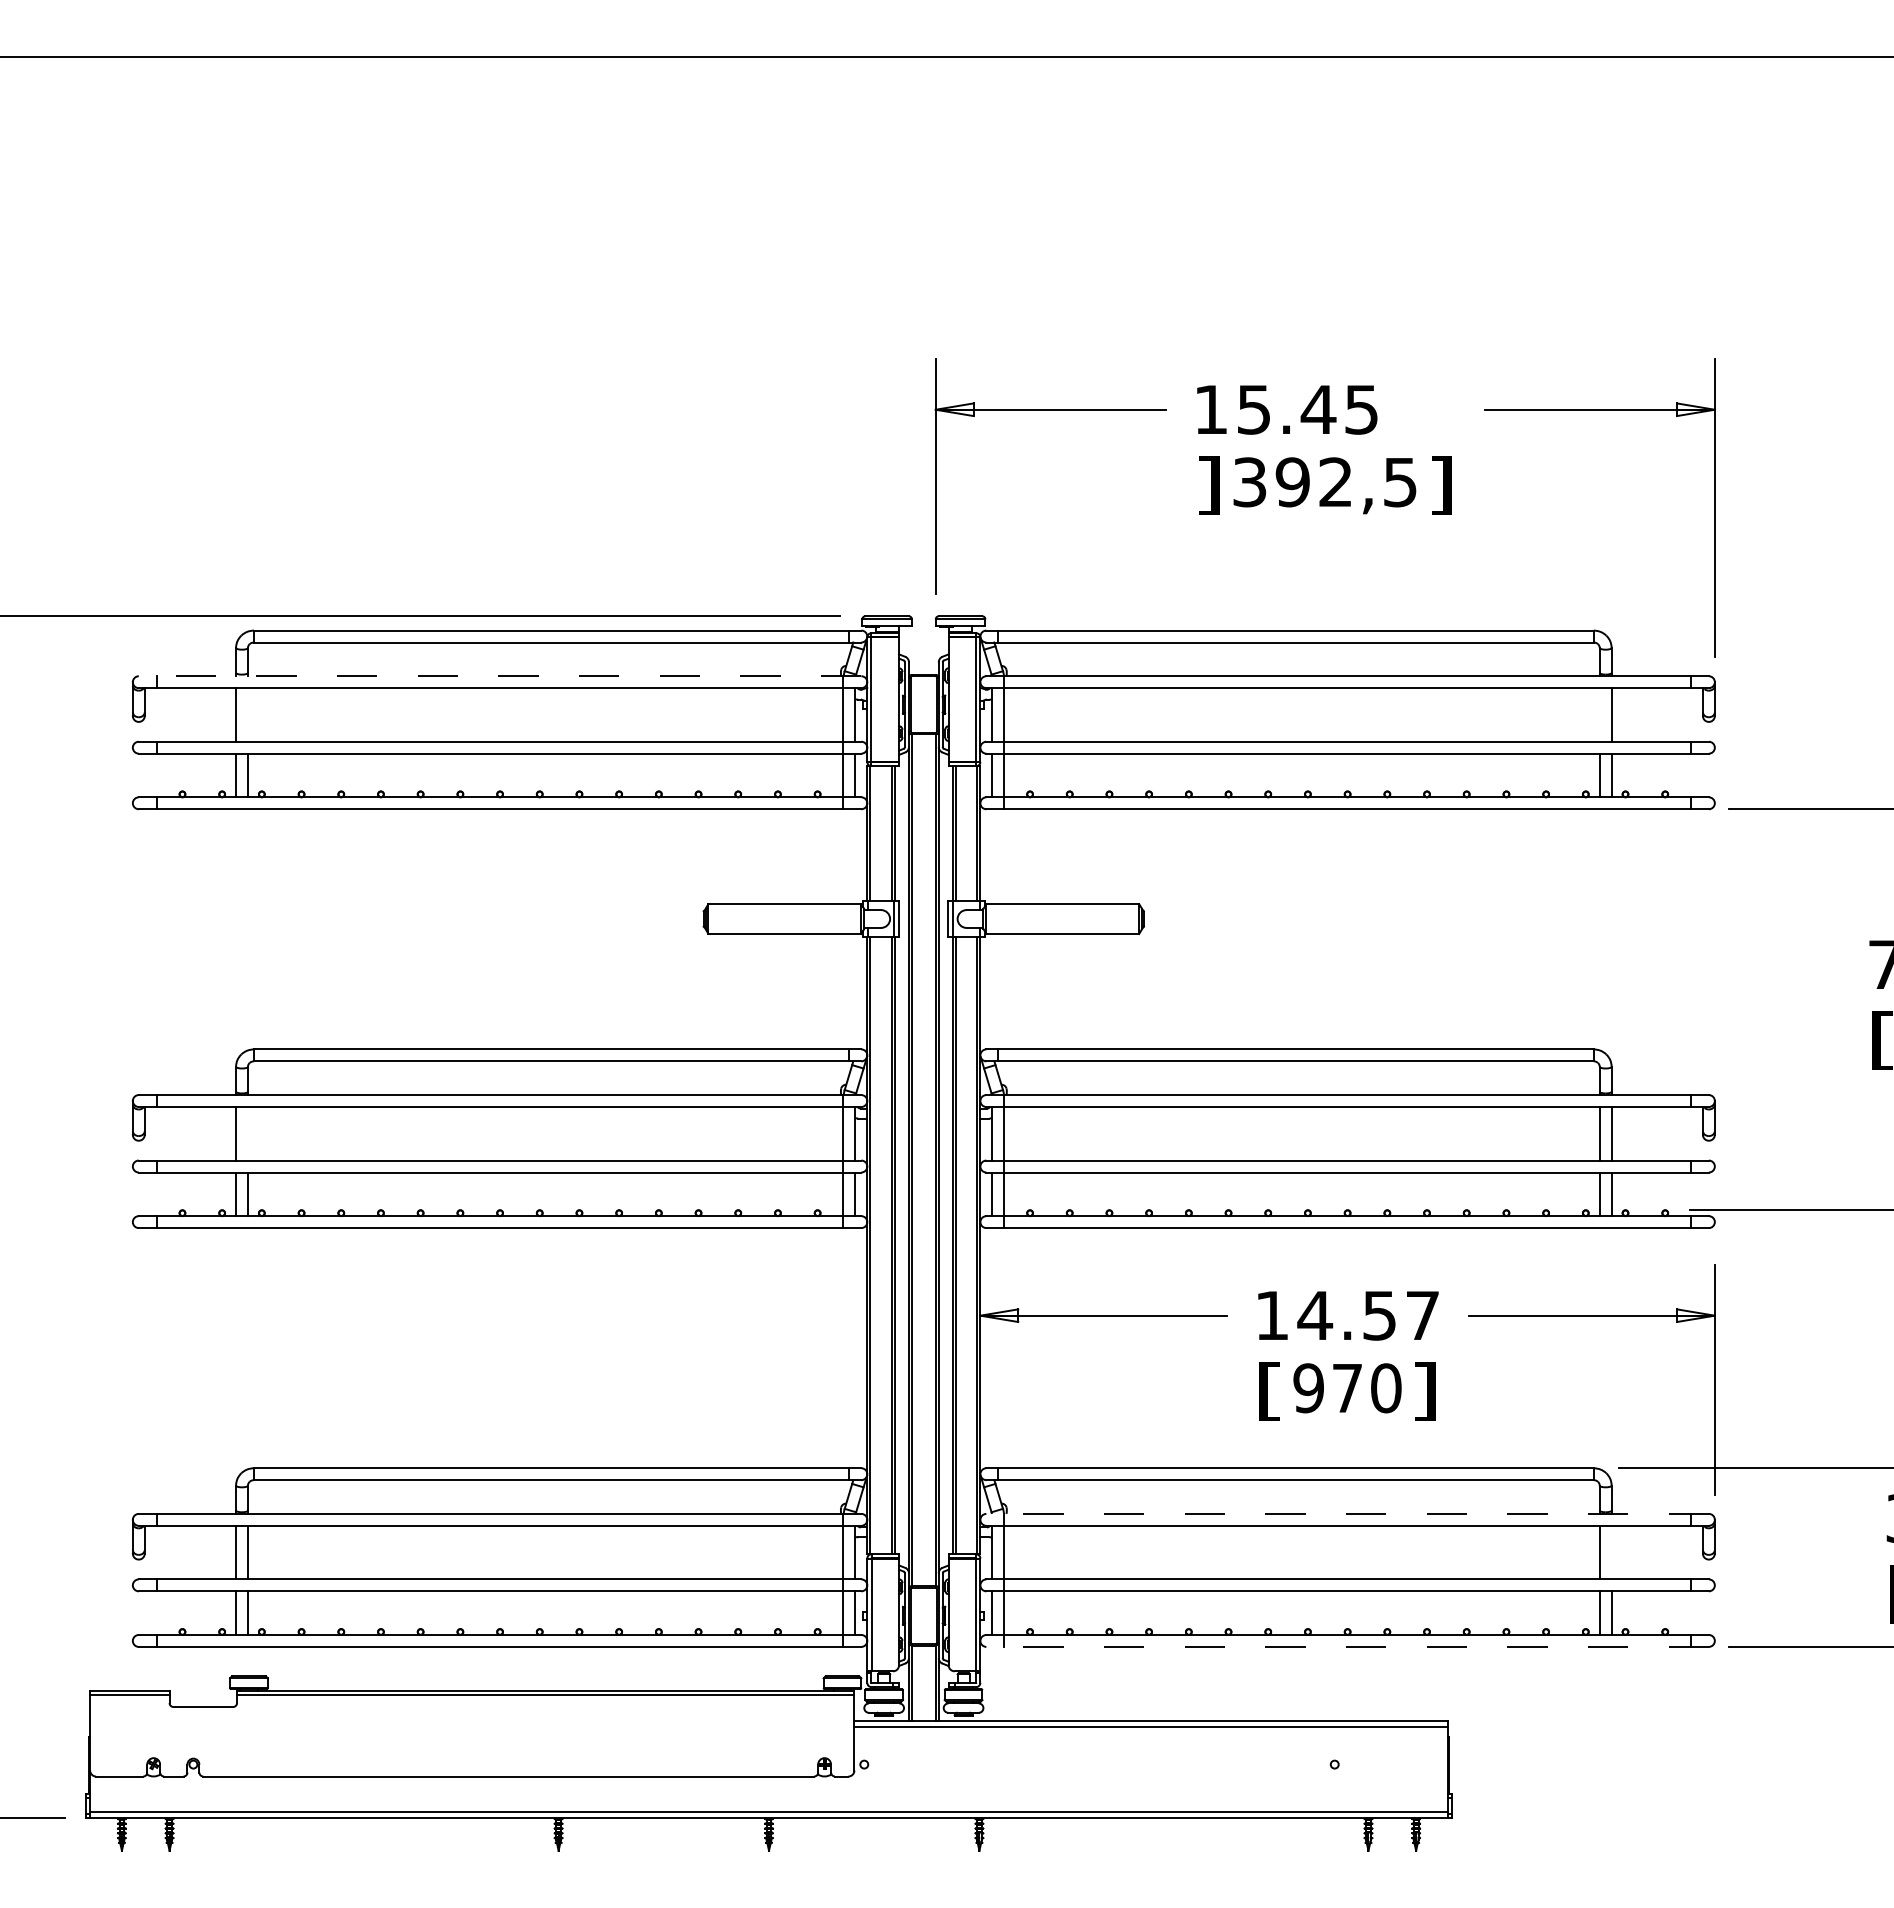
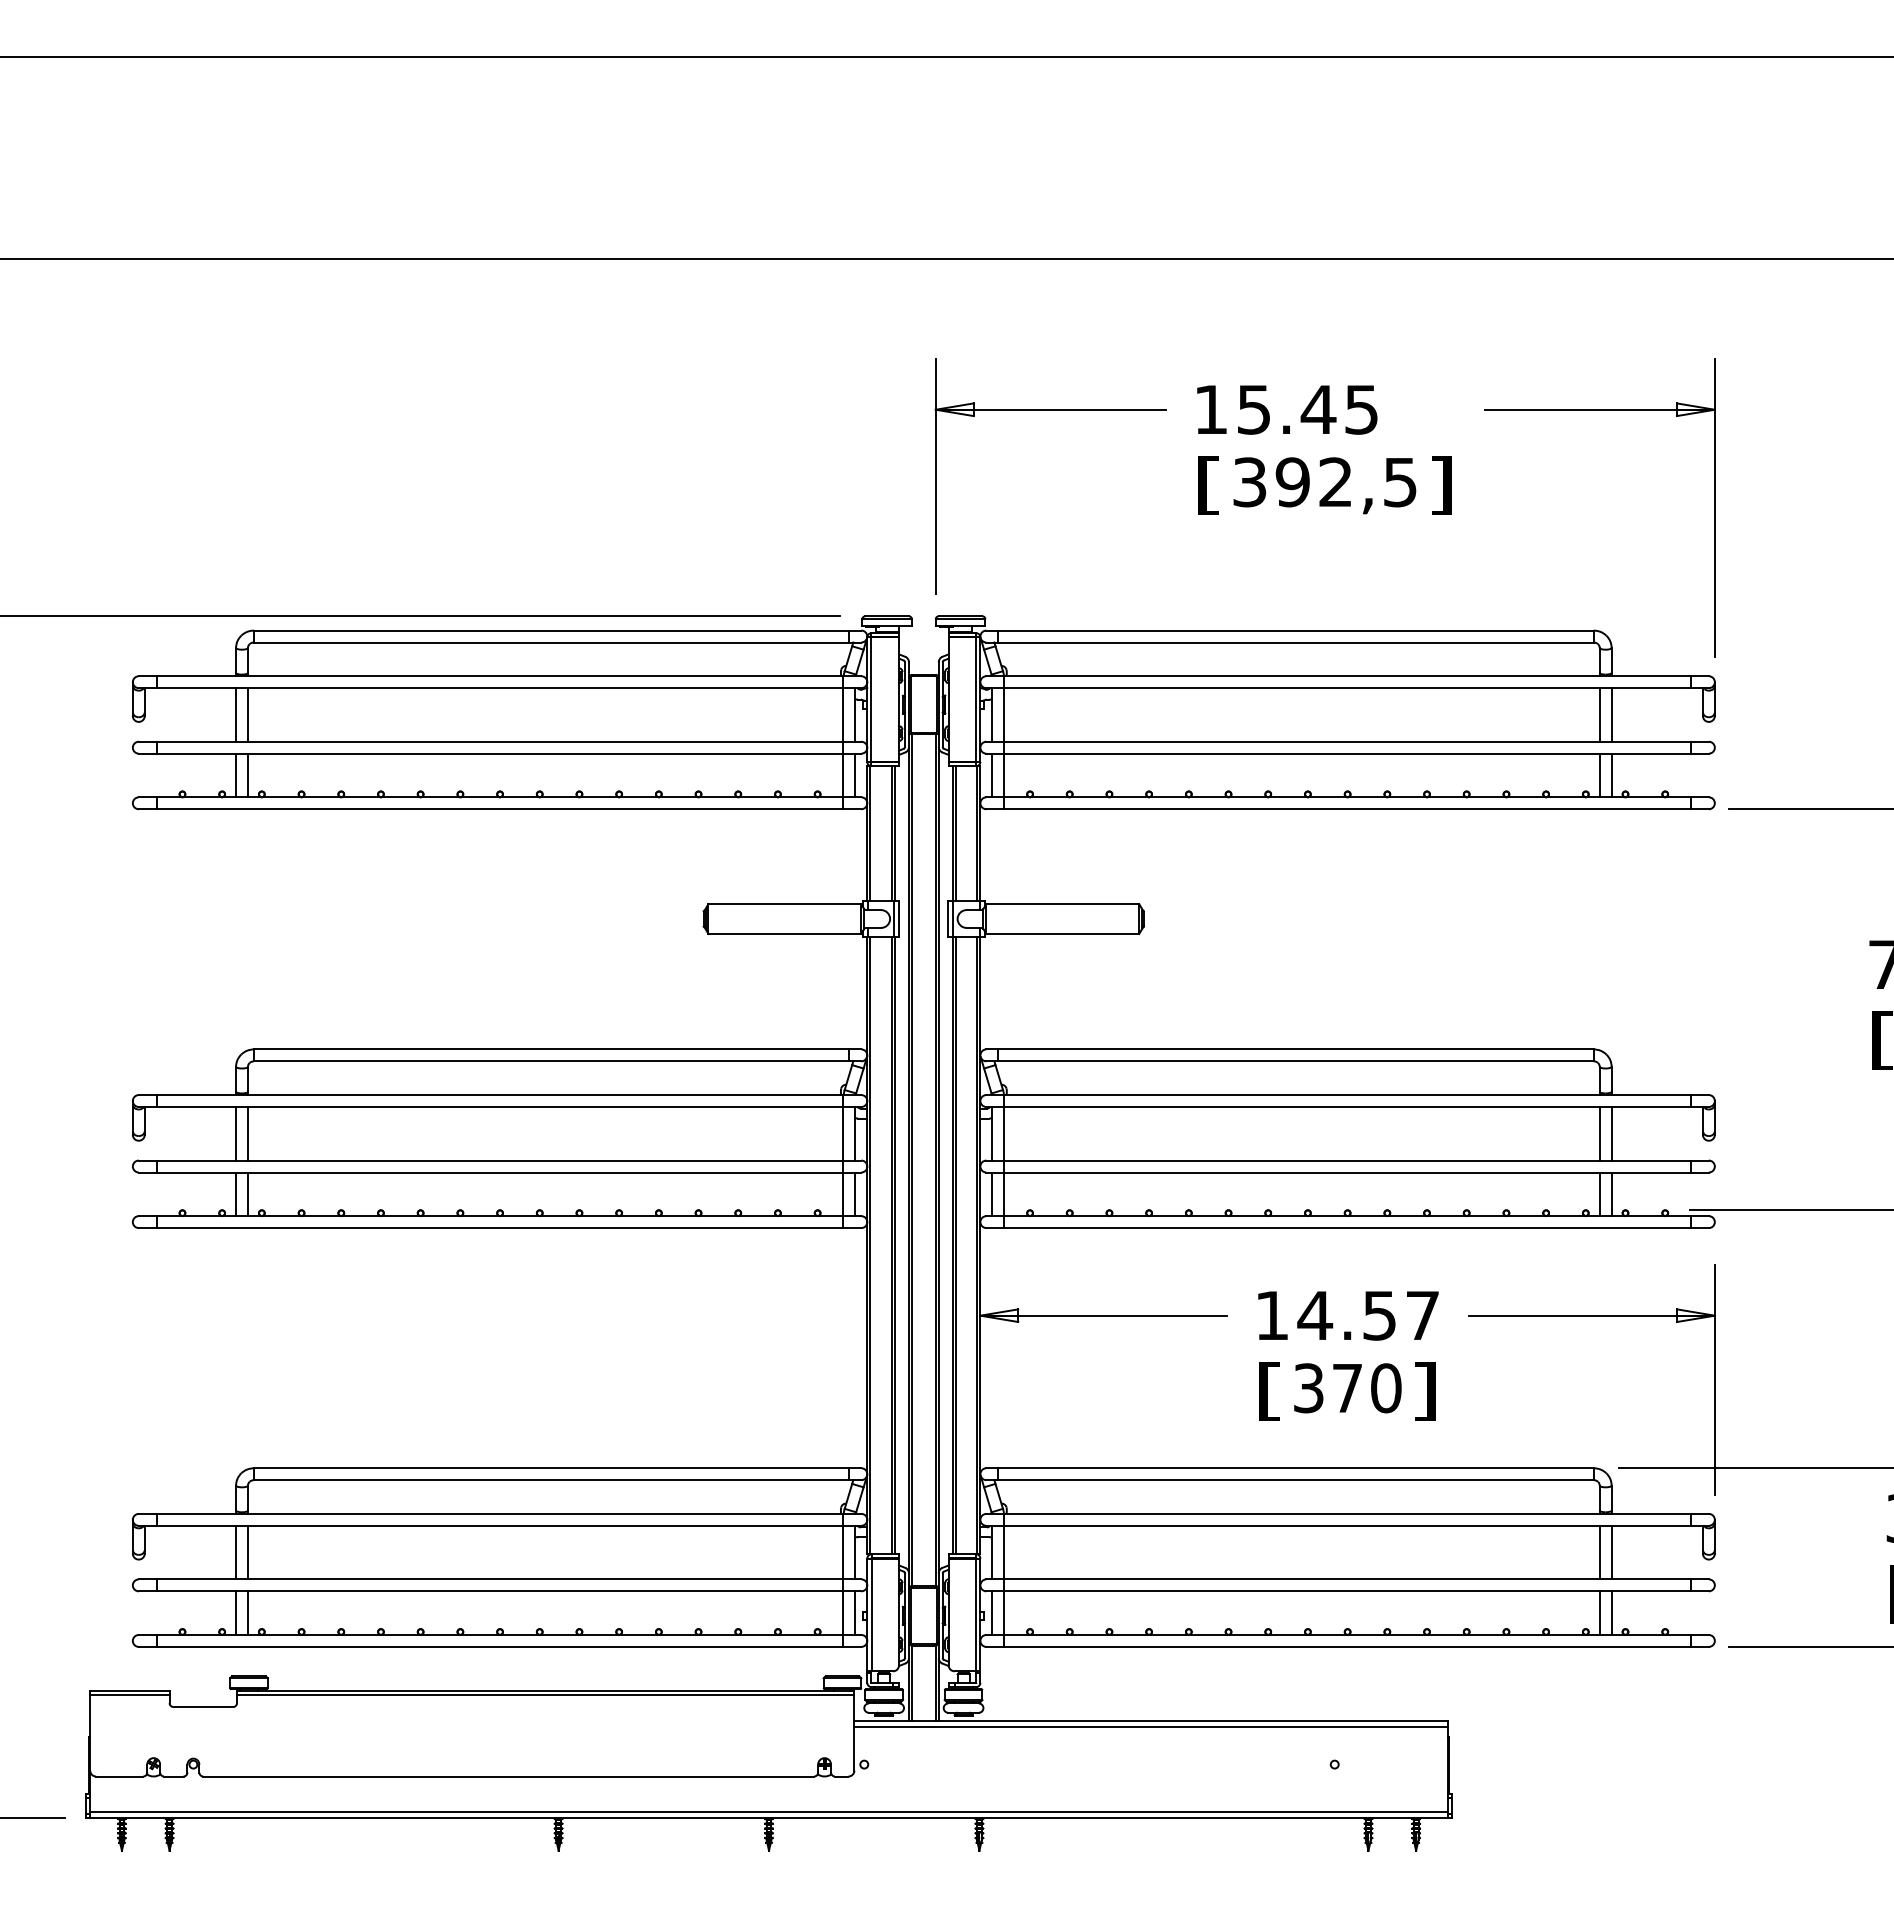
line at (946, 258): none -> present
text at (1208, 485): ] -> [
line at (499, 676): dashed -> solid
line at (247, 714): none -> present
line at (1599, 714): none -> present
line at (247, 1133): none -> present
text at (1308, 1388): 970 -> 370
line at (1347, 1513): dashed -> solid
line at (1611, 1552): none -> present
line at (1347, 1646): dashed -> solid
